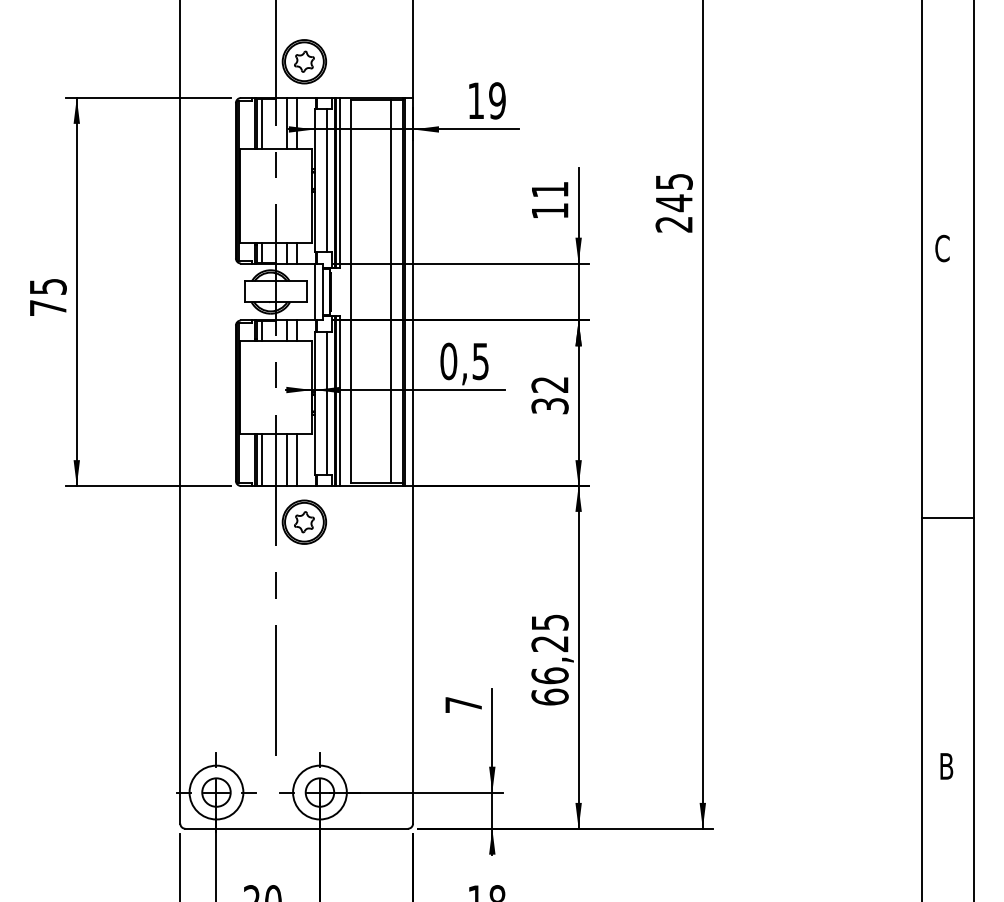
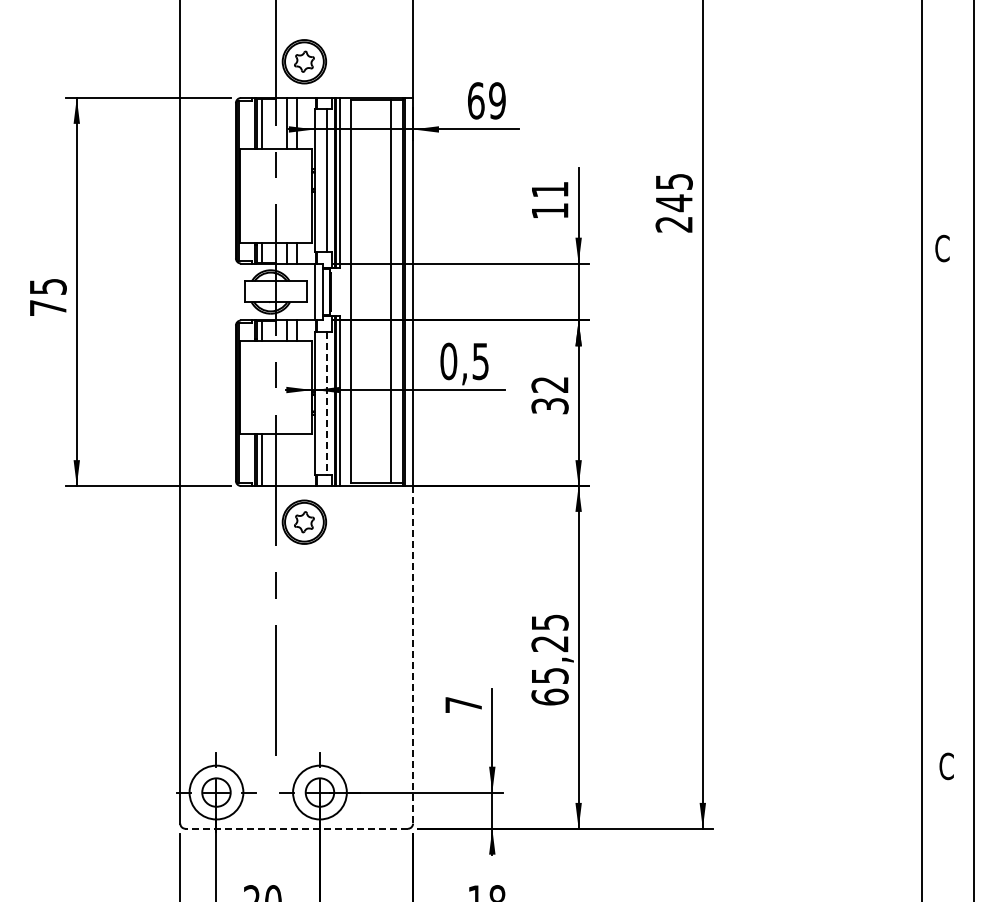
text at (476, 100): 19 -> 69
line at (326, 403): solid -> dashed
line at (286, 460): present -> none
line at (297, 460): present -> none
line at (947, 517): present -> none
line at (413, 654): solid -> dashed
text at (549, 675): 66,25 -> 65,25
text at (946, 766): B -> C
line at (296, 828): solid -> dashed
